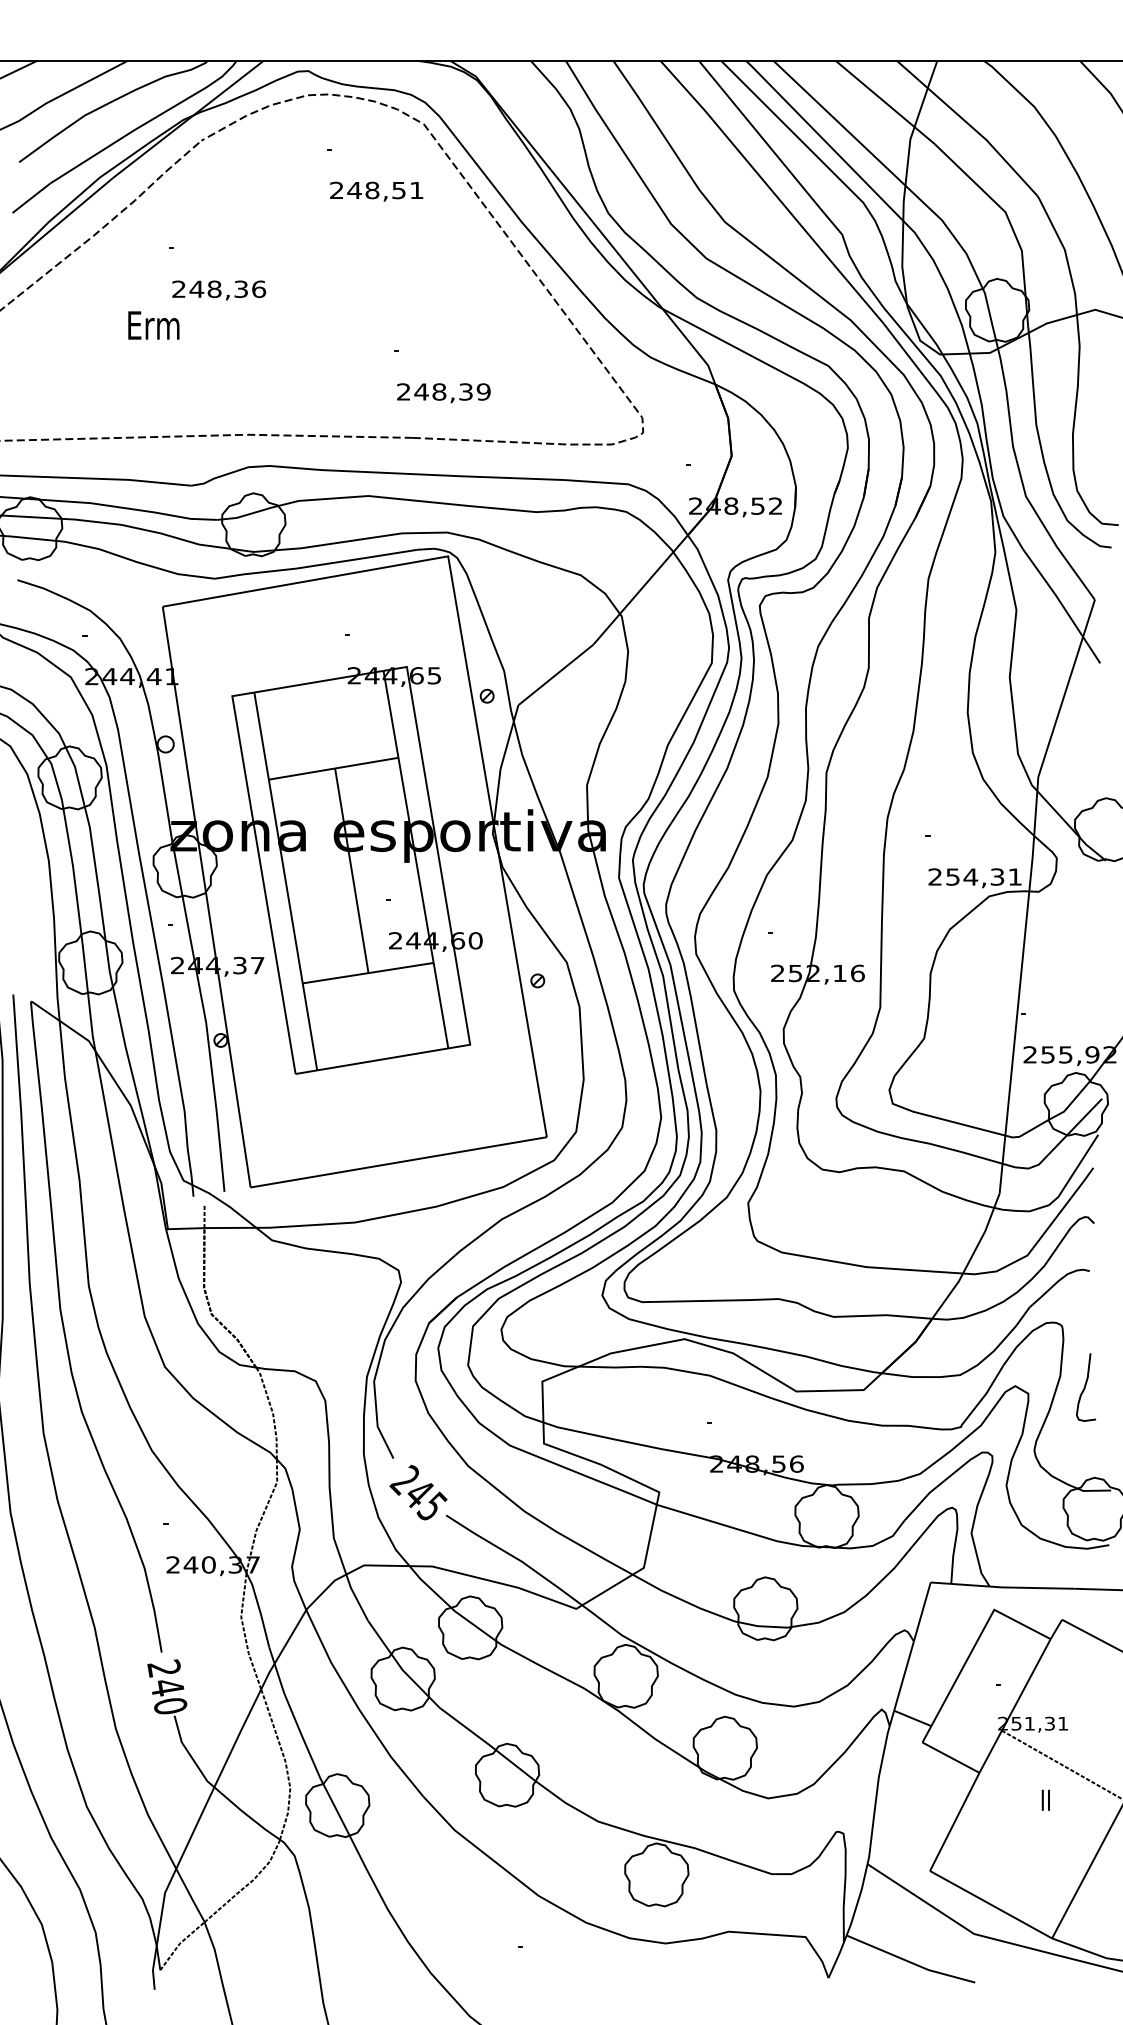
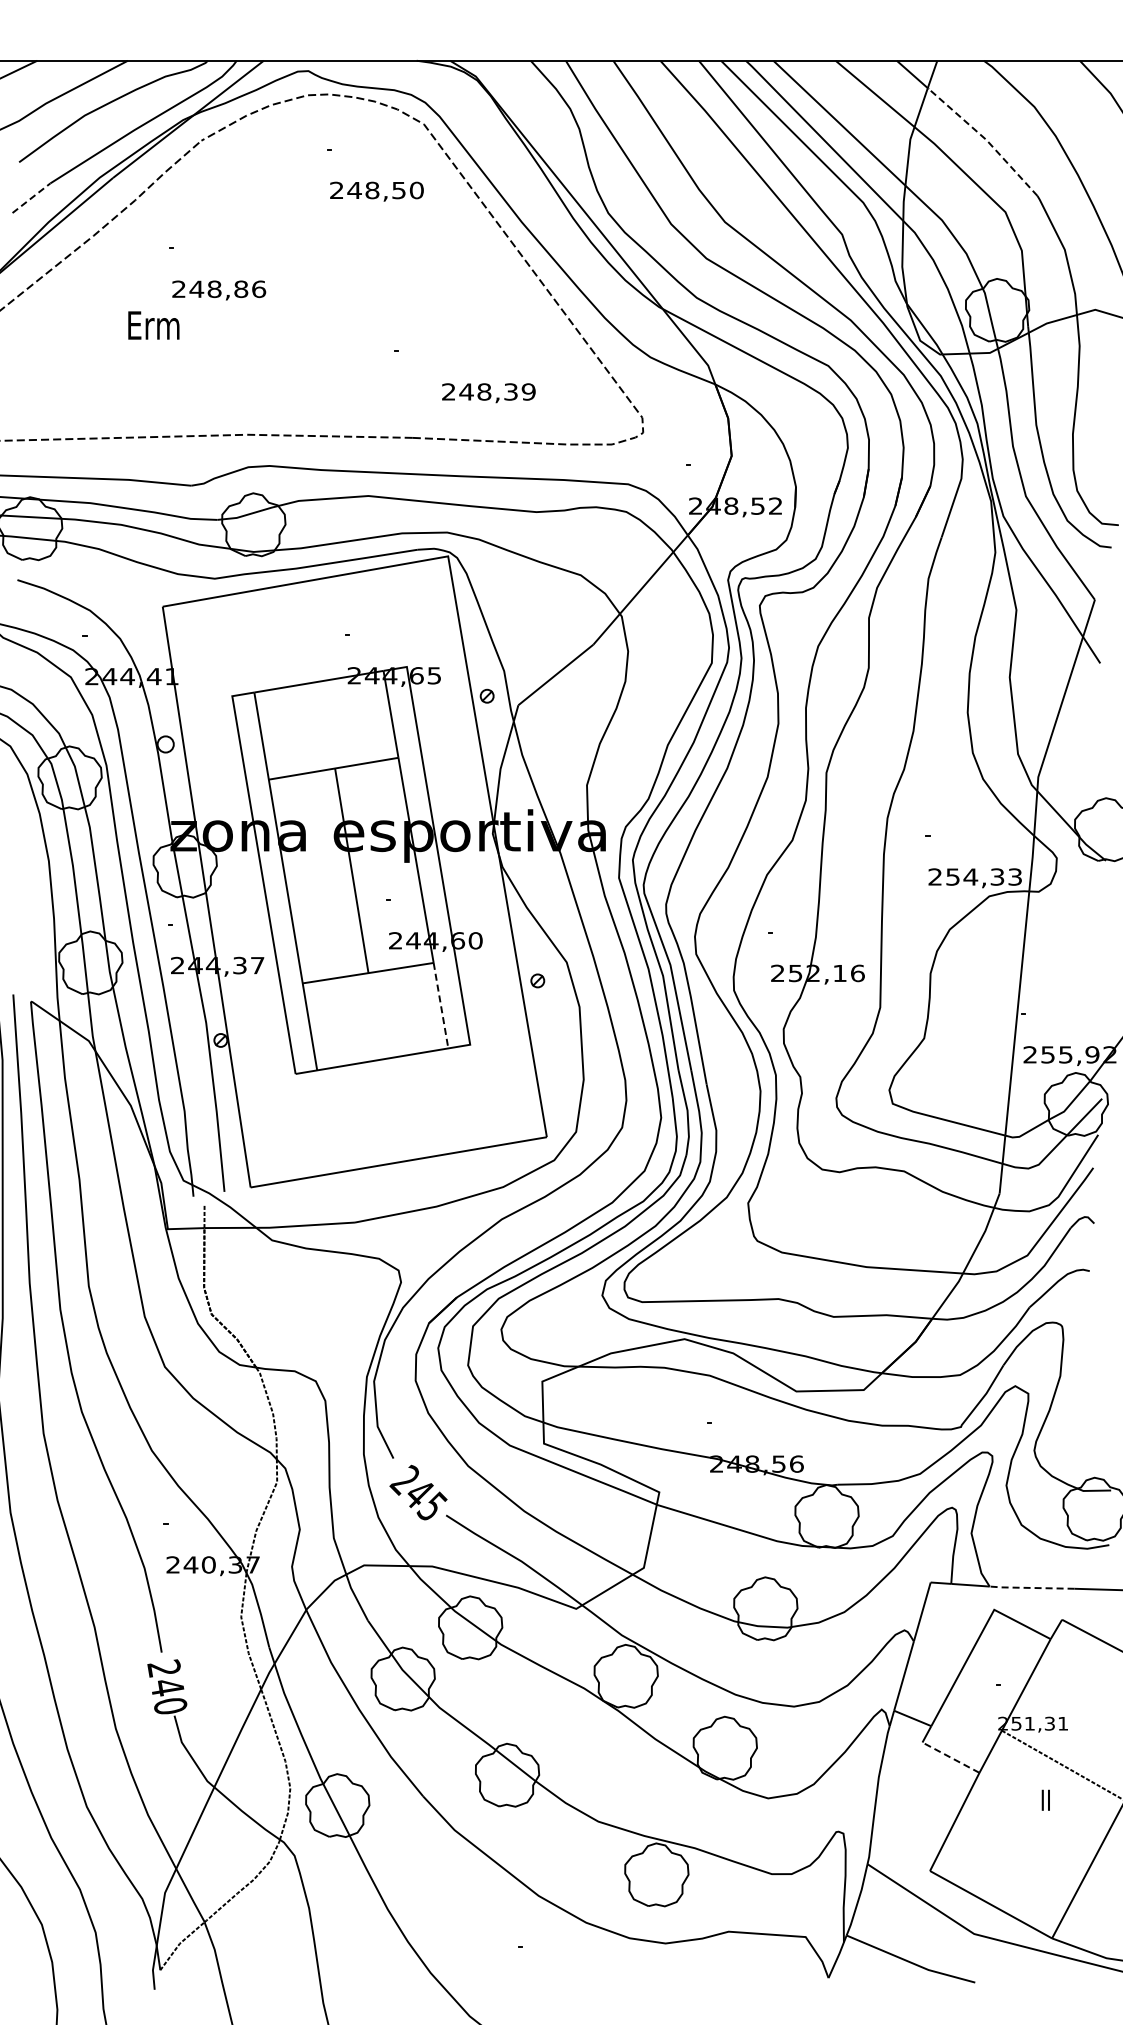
line at (985, 139): solid -> dashed
text at (416, 190): 248,51 -> 248,50
line at (31, 197): solid -> dashed
text at (241, 288): 248,36 -> 248,86
text at (443, 393) position: (443, 393) -> (488, 393)
text at (1014, 876): 254,31 -> 254,33
line at (441, 1006): solid -> dashed
curve at (1085, 1387): present -> none
line at (1030, 1587): solid -> dashed
line at (950, 1757): solid -> dashed
